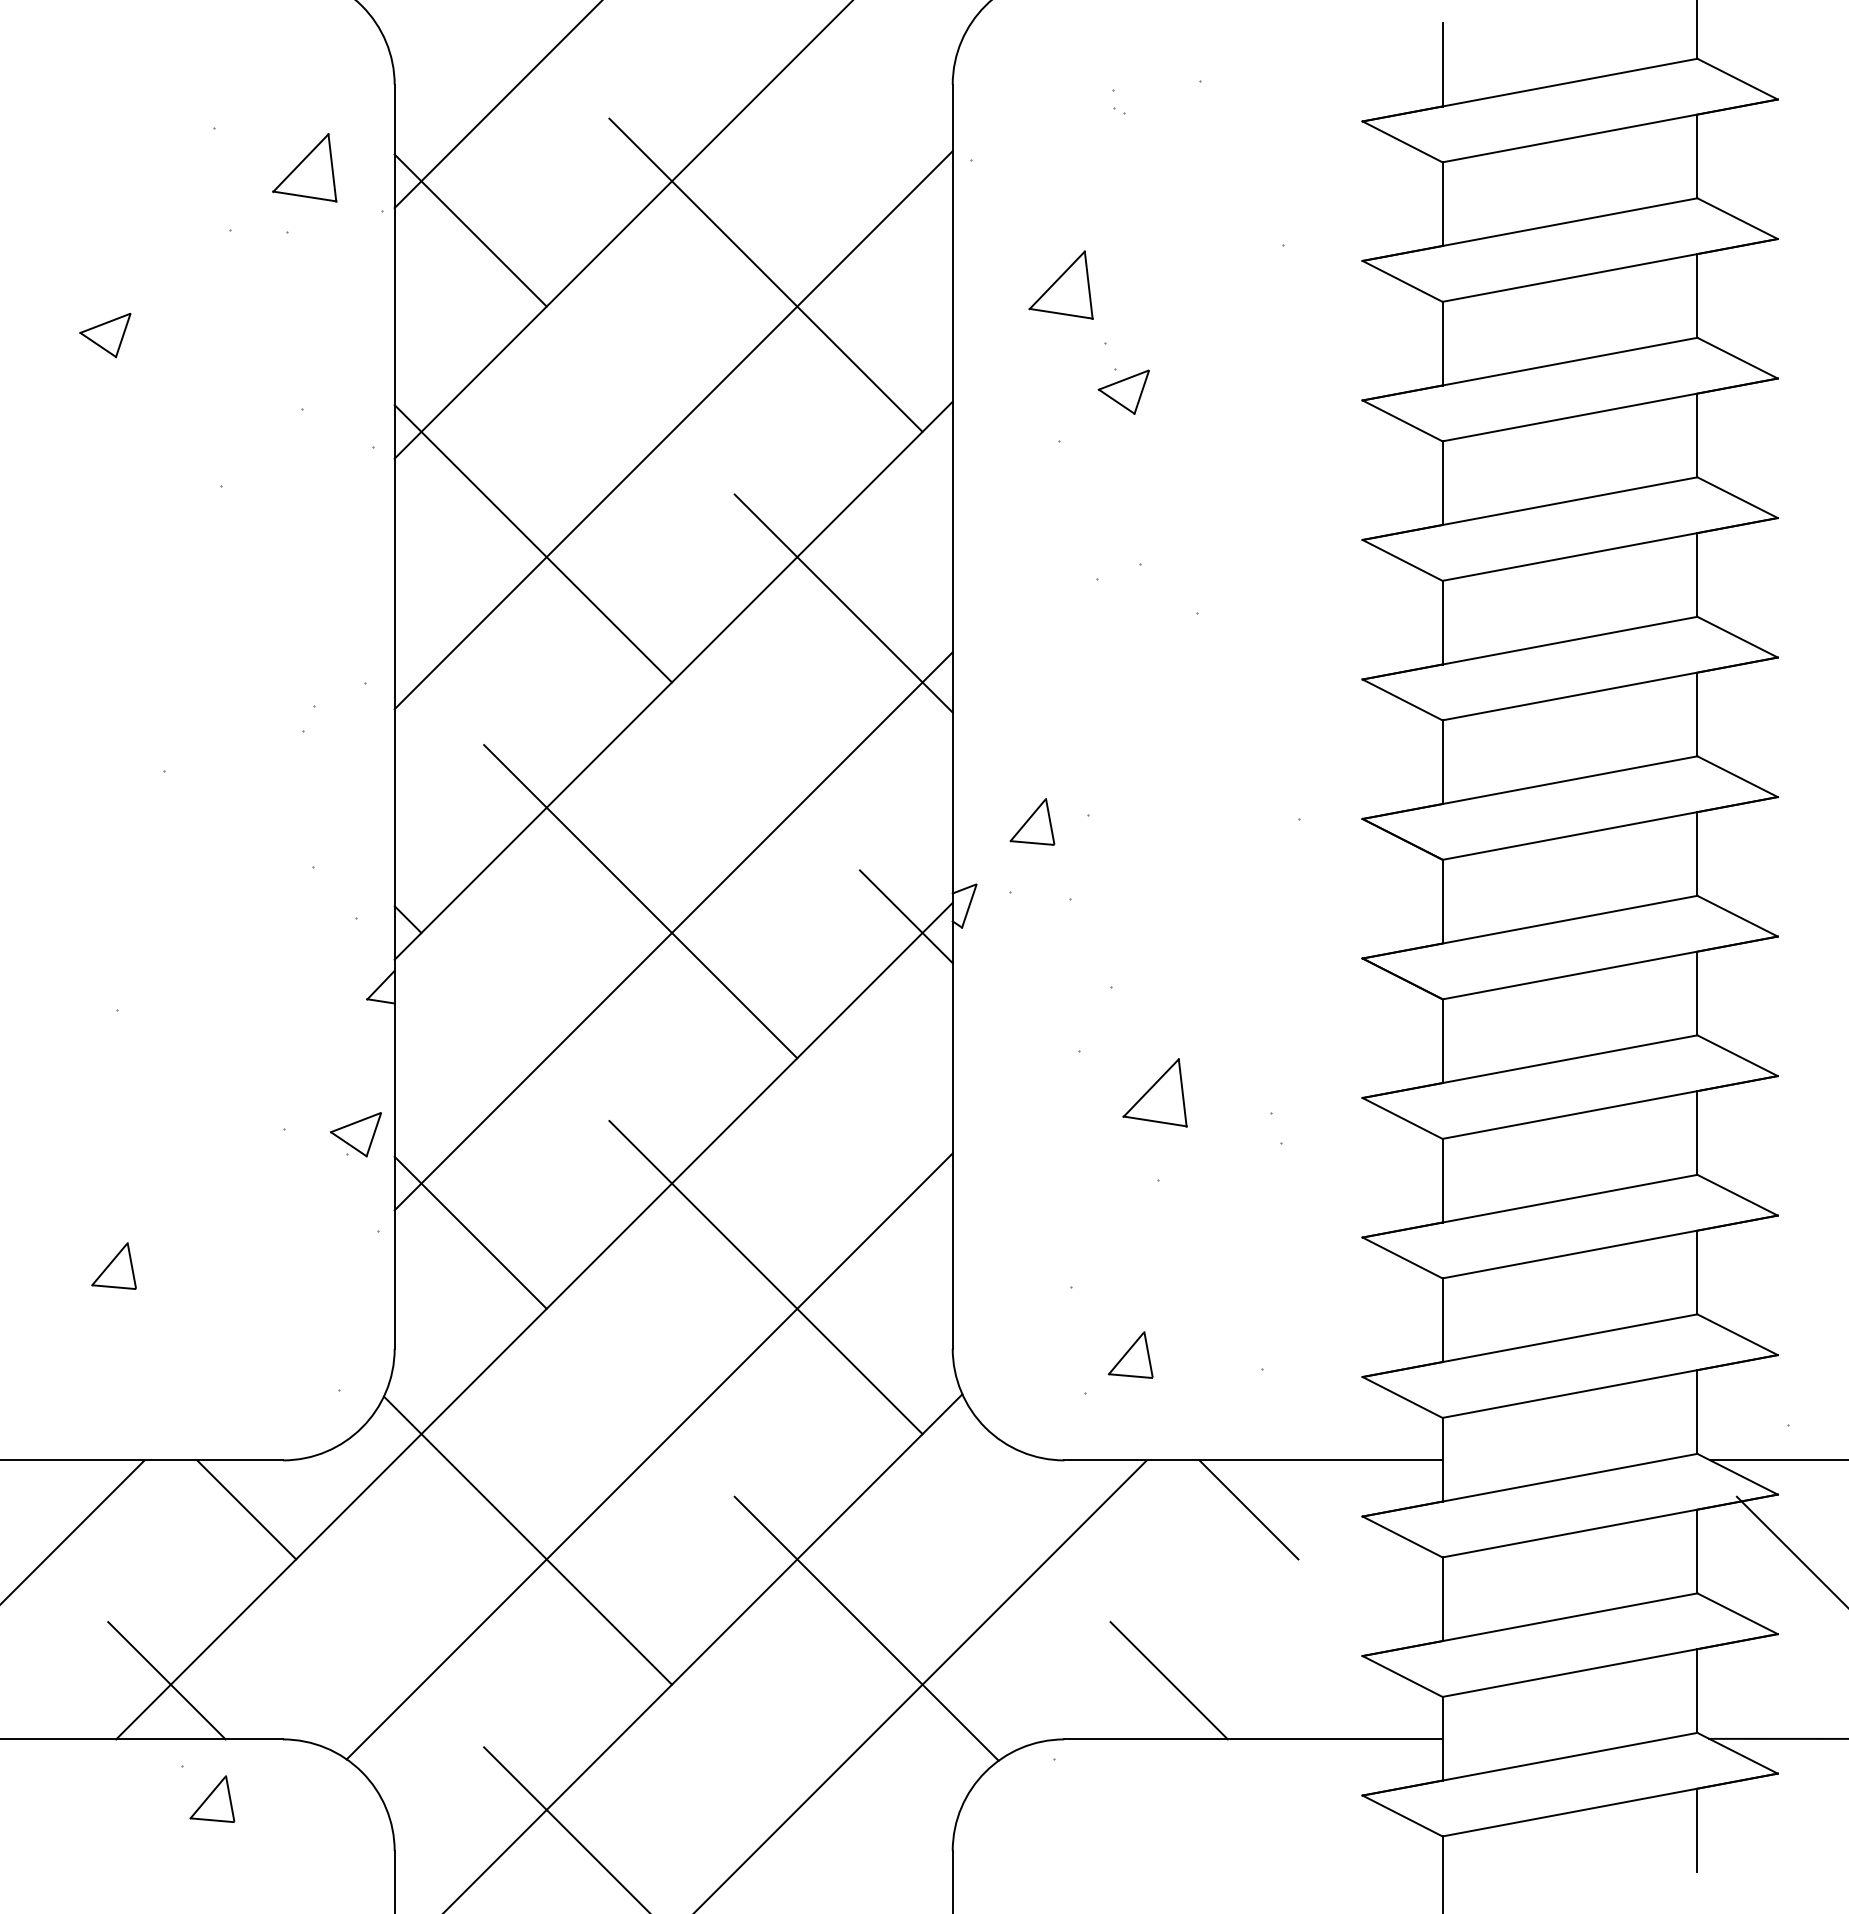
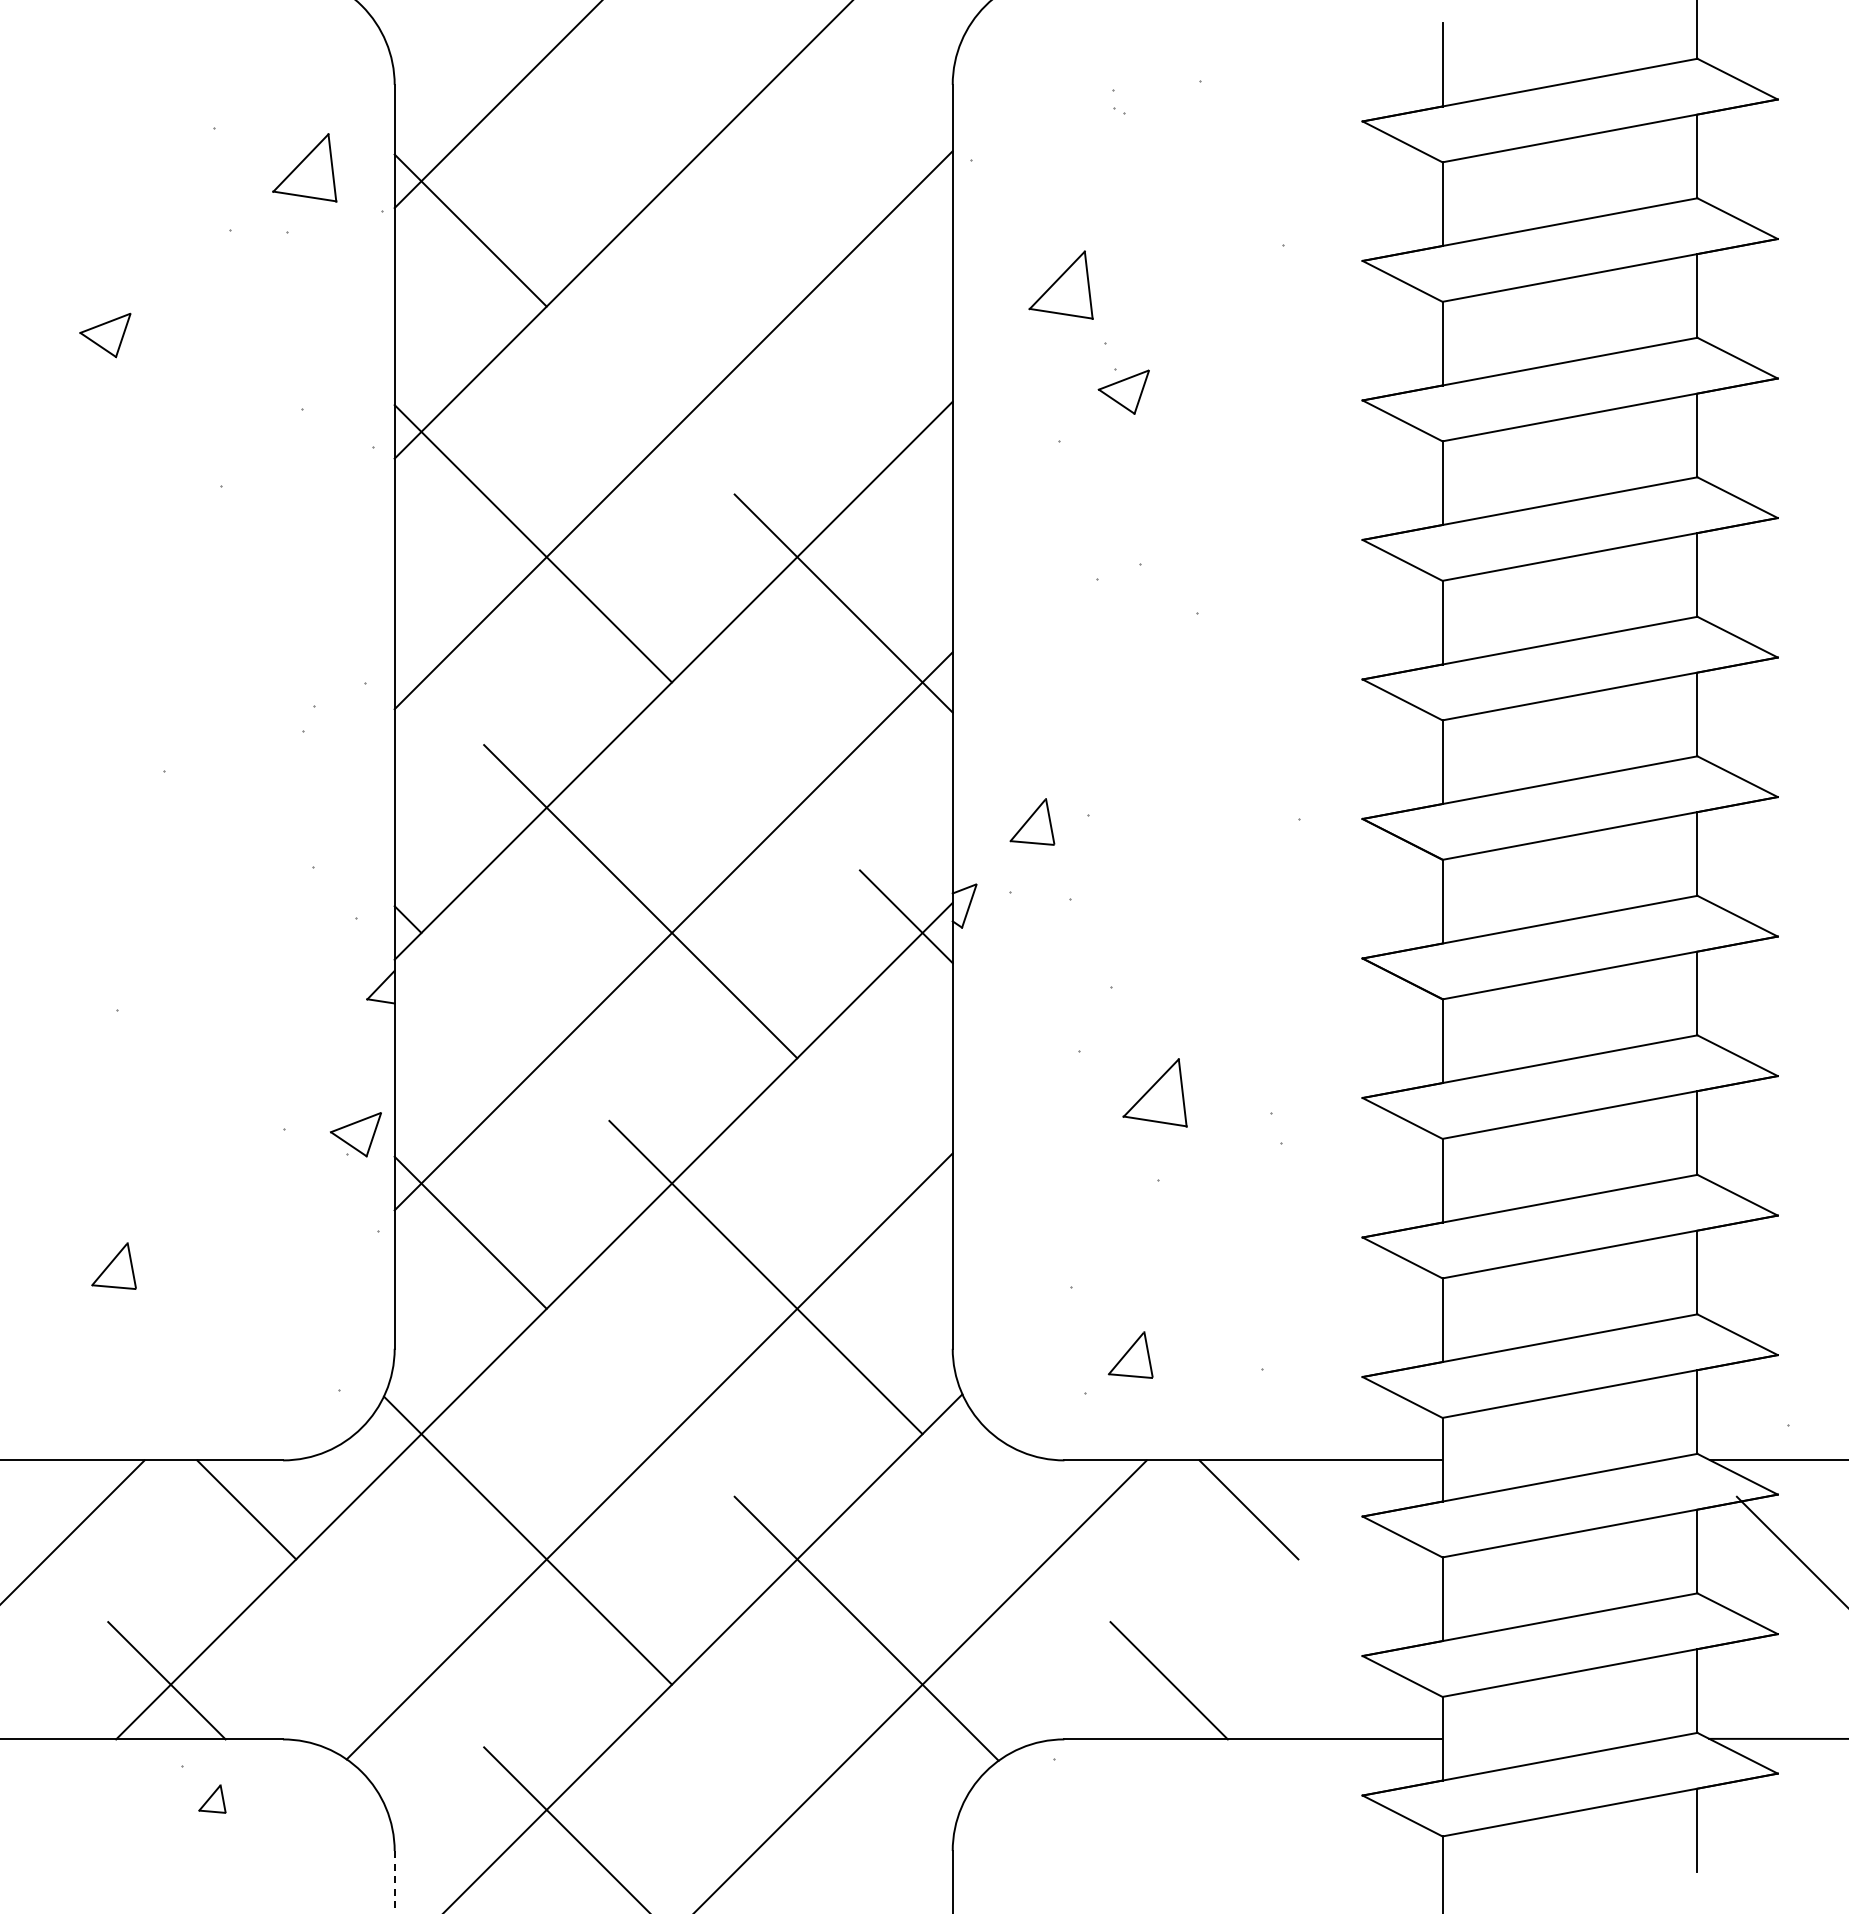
line at (765, 274): present -> none
part at (212, 1798) size: 47x48 px -> 29x30 px
line at (394, 1882): solid -> dashed
